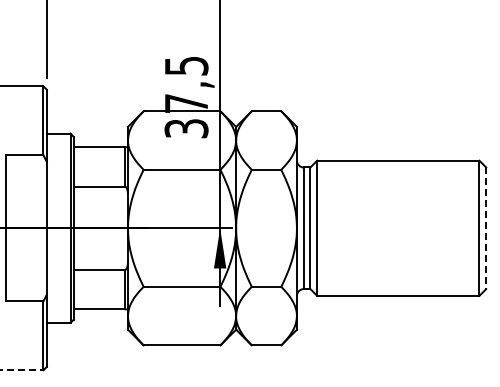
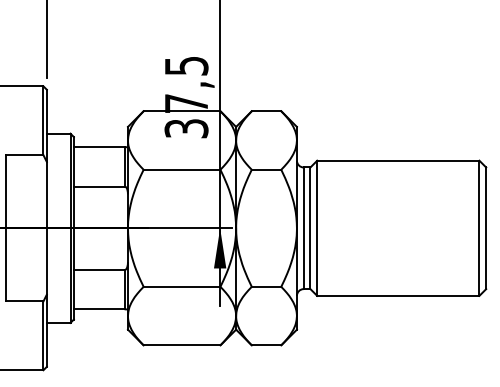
line at (486, 228): dashed -> solid
line at (21, 370): dashed -> solid
